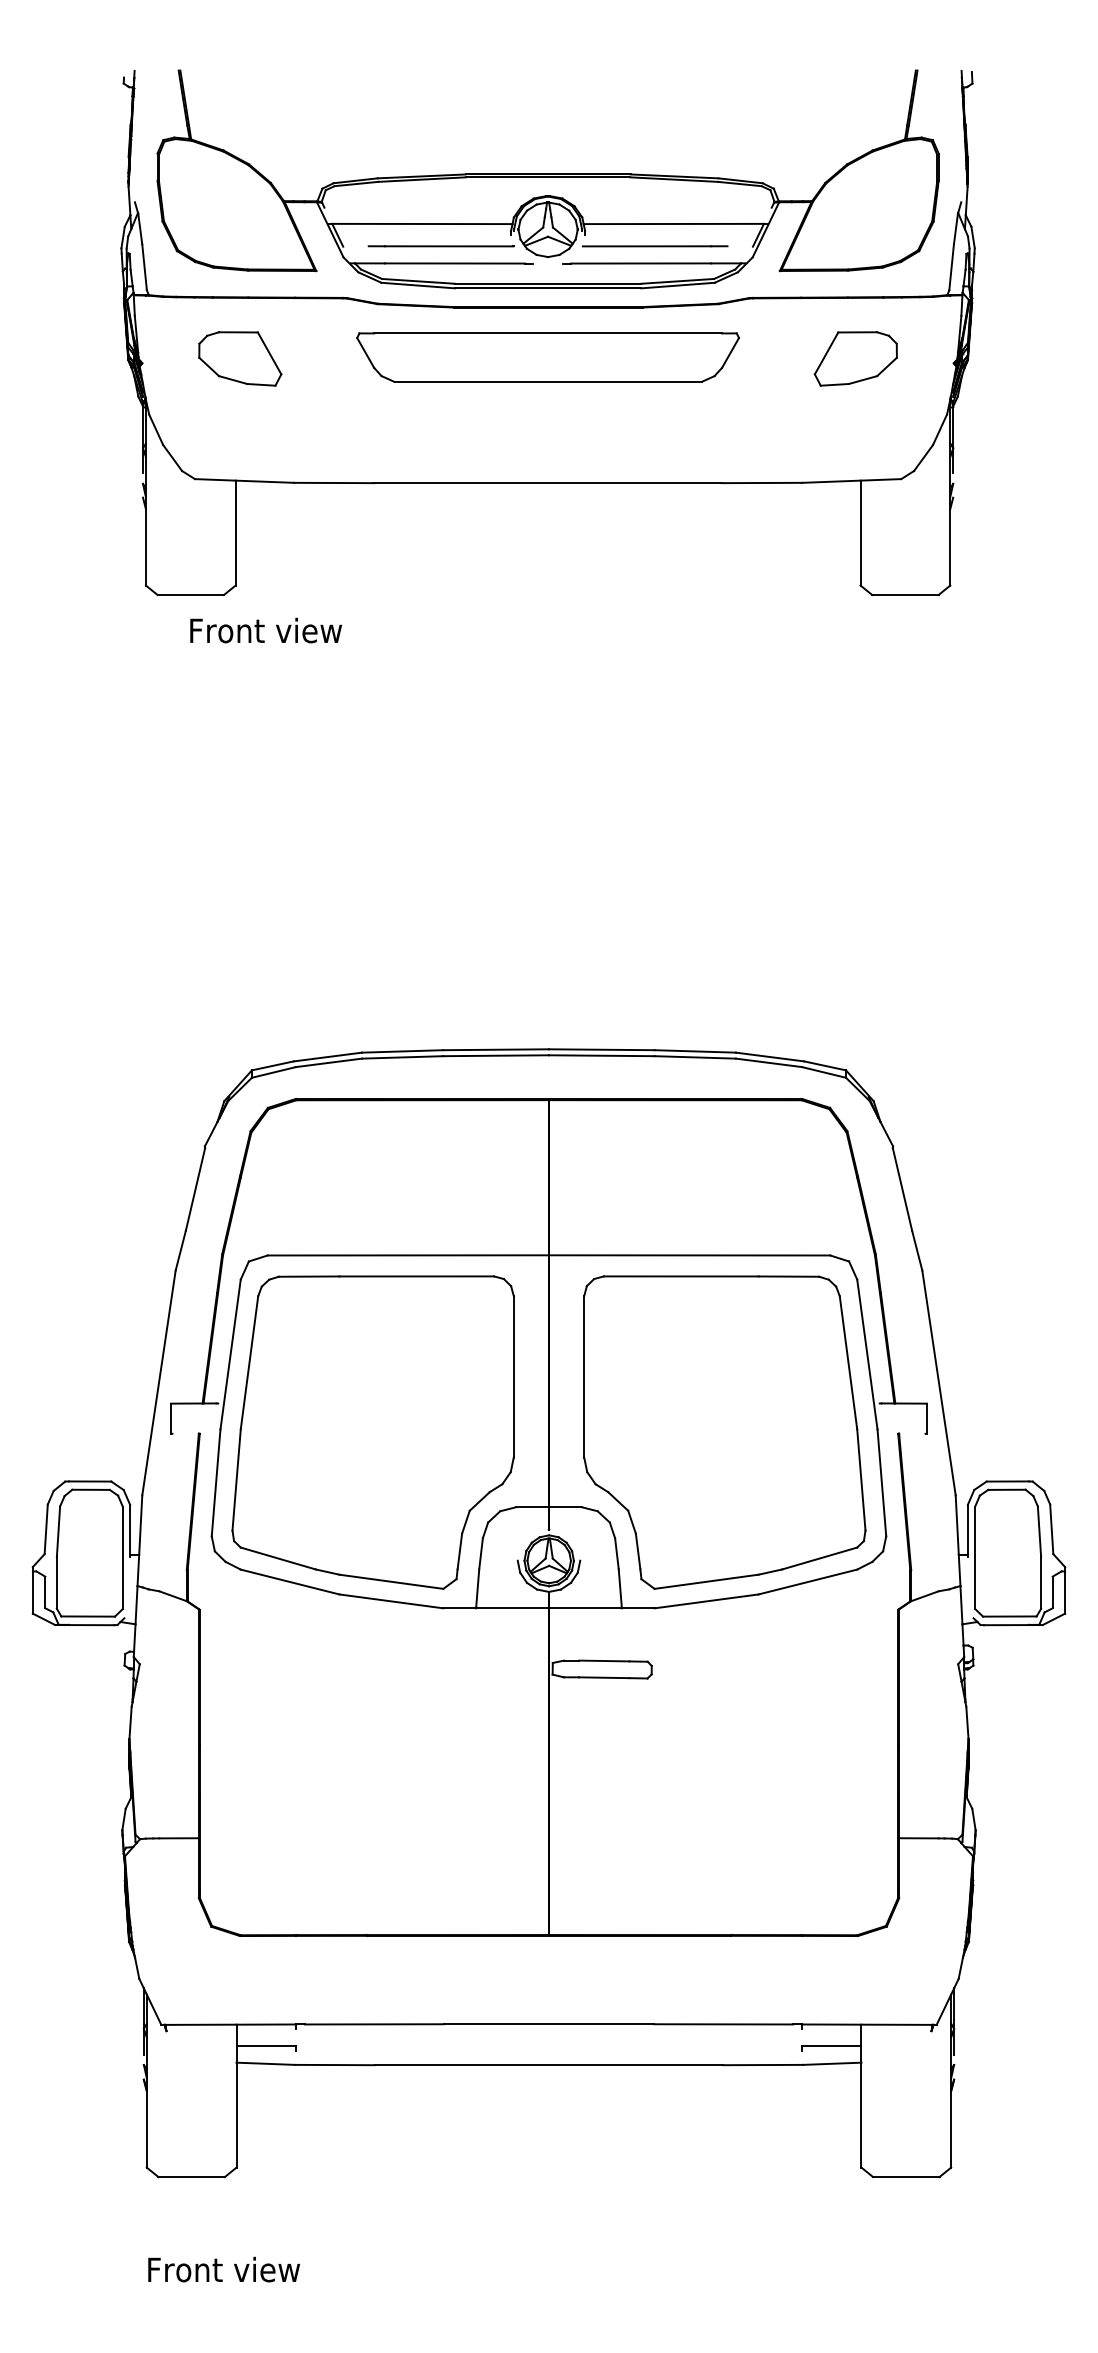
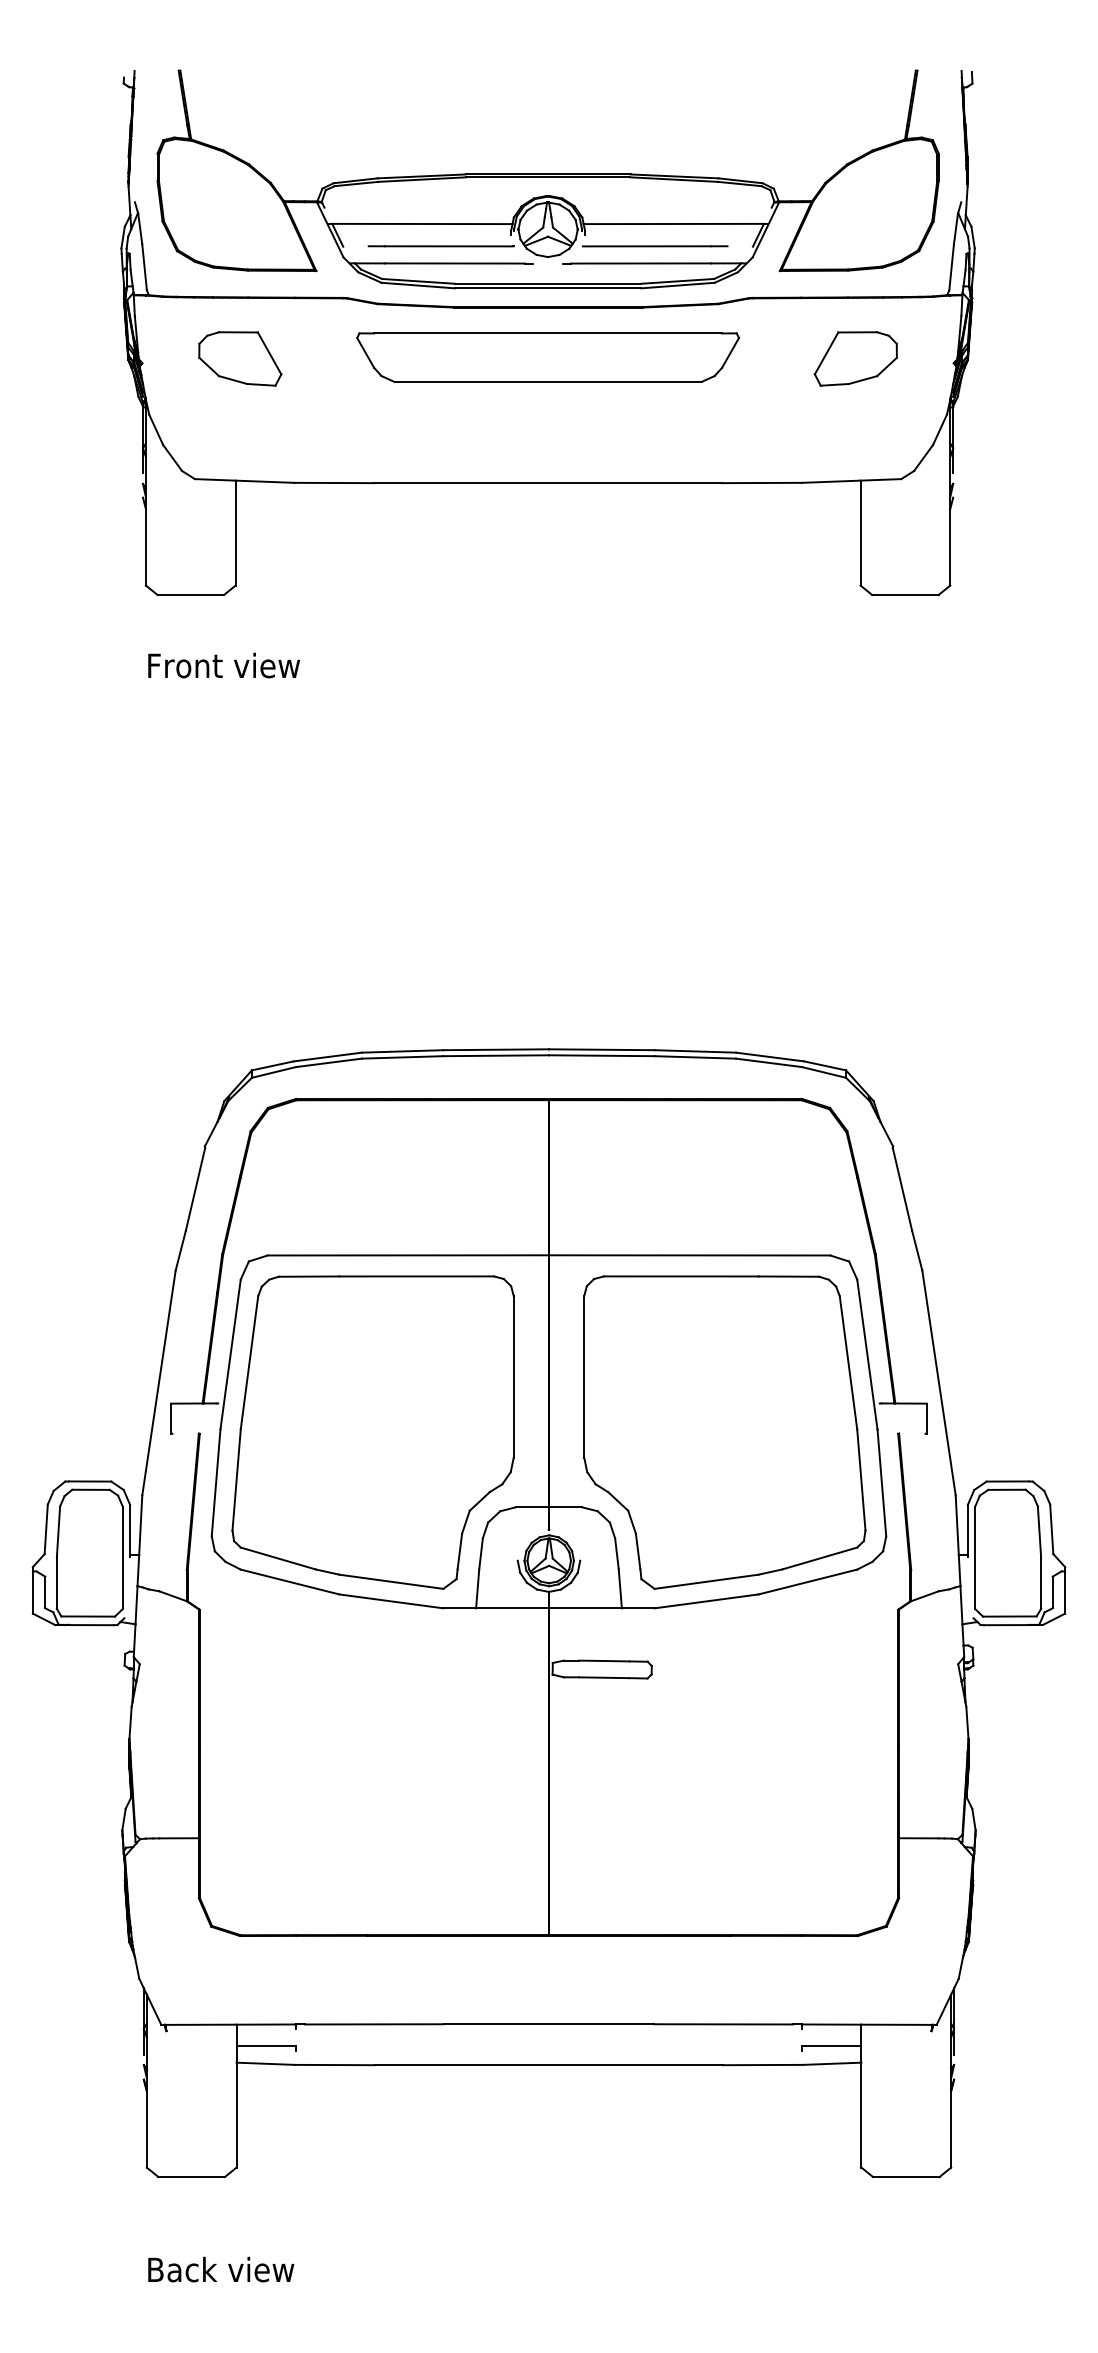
text at (265, 630) position: (265, 630) -> (223, 665)
text at (225, 2269): Front view -> Back view
